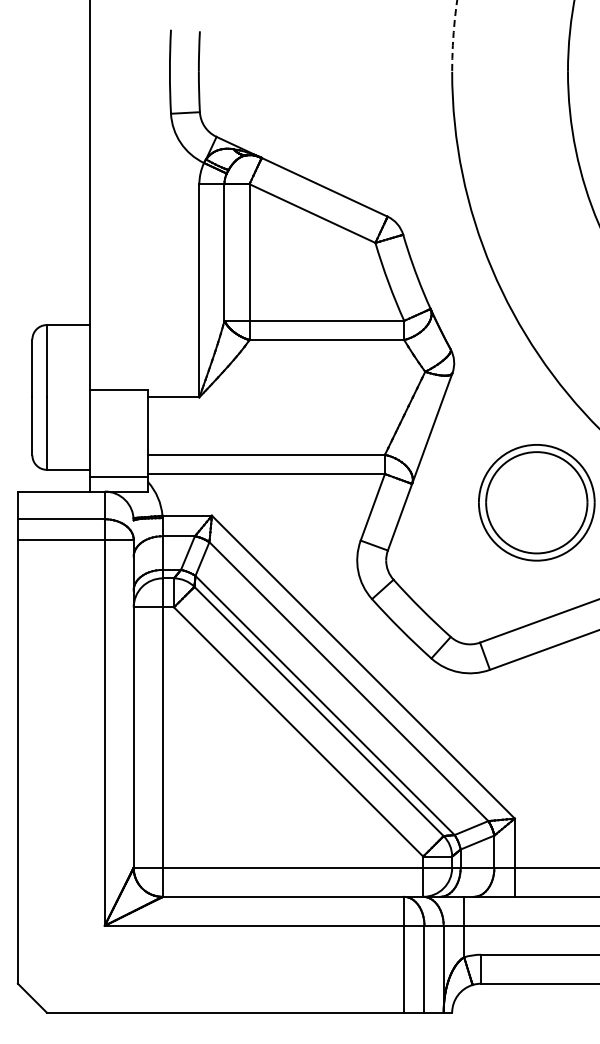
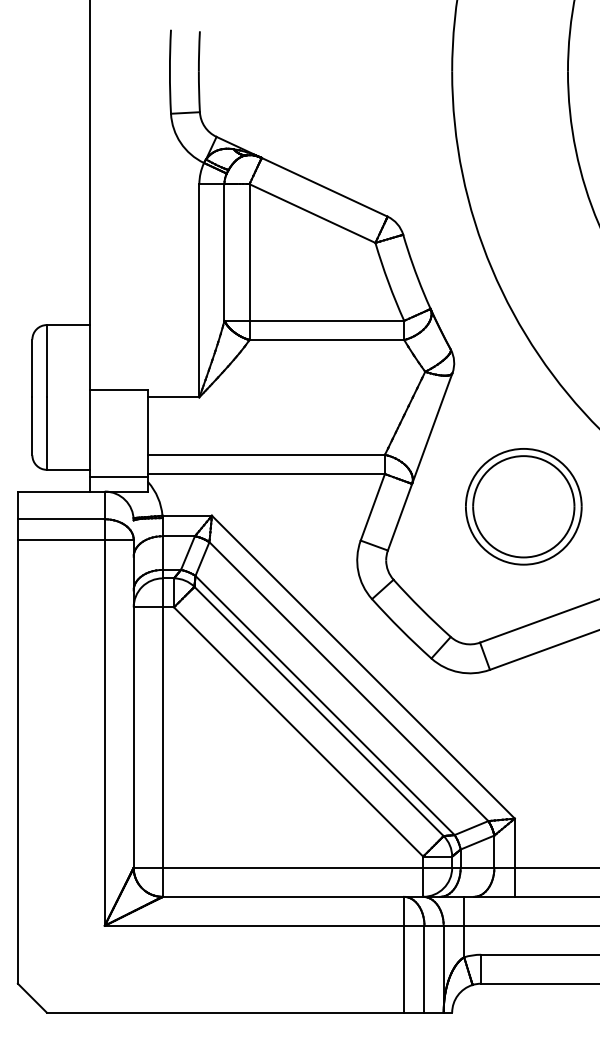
arc at (453, 36): dashed -> solid
part at (536, 502) position: (536, 502) -> (523, 506)
